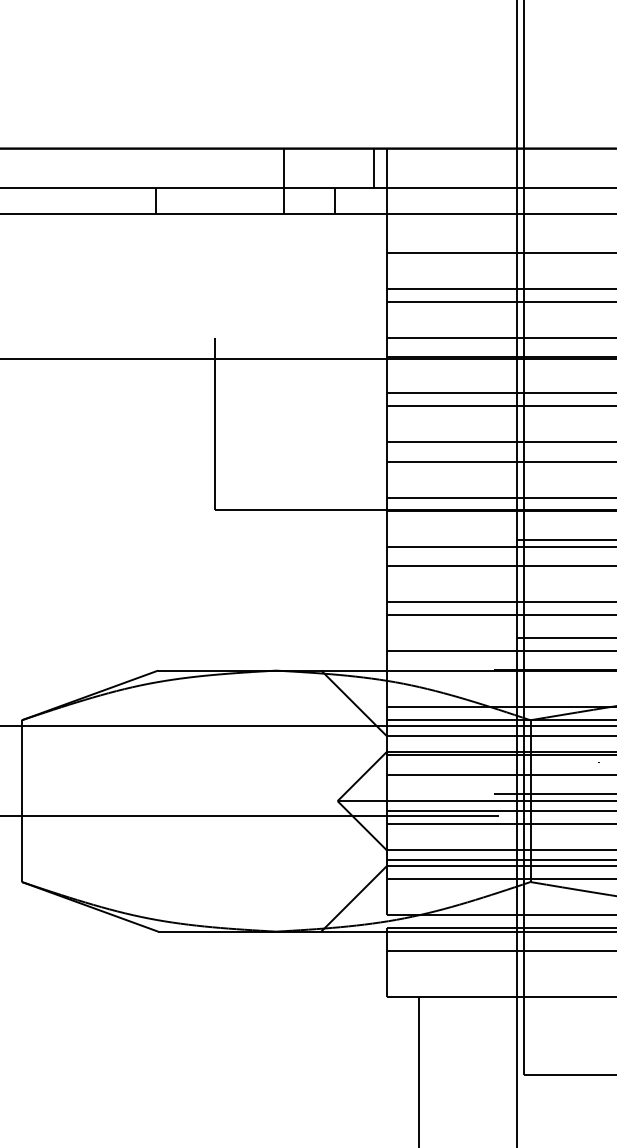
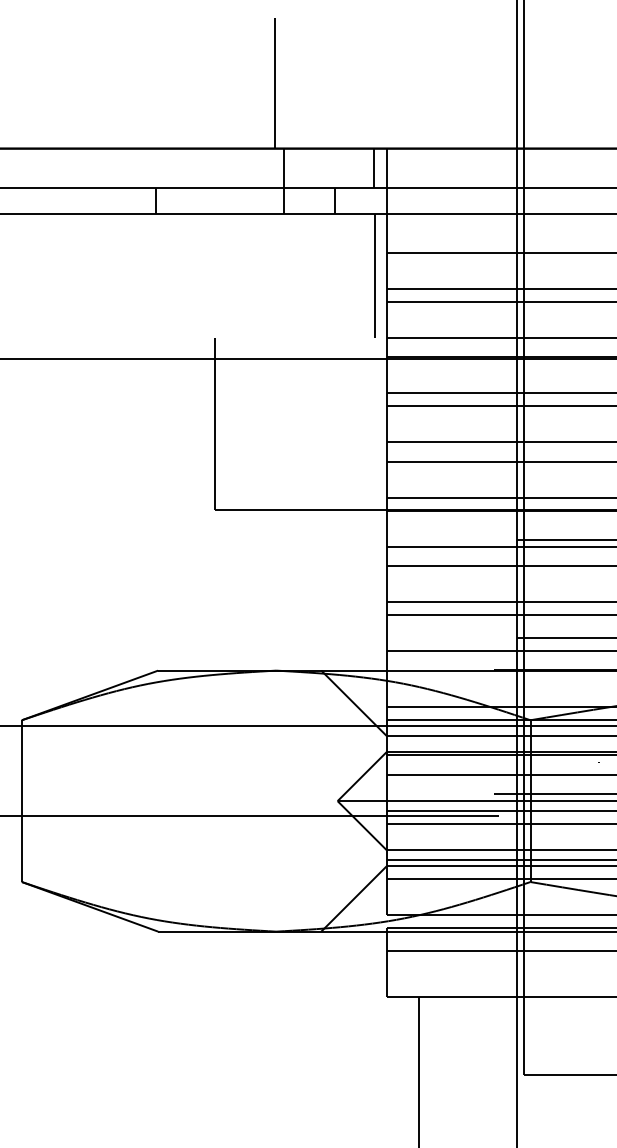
line at (275, 83): none -> present
line at (375, 275): none -> present
